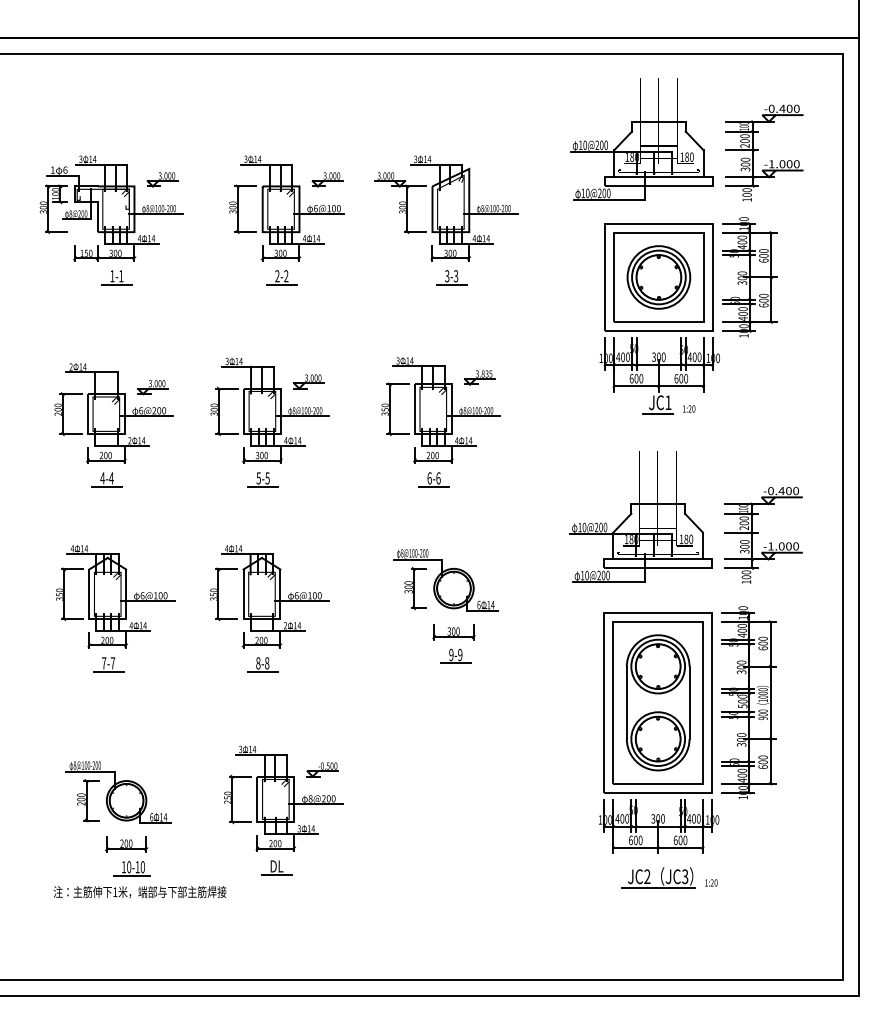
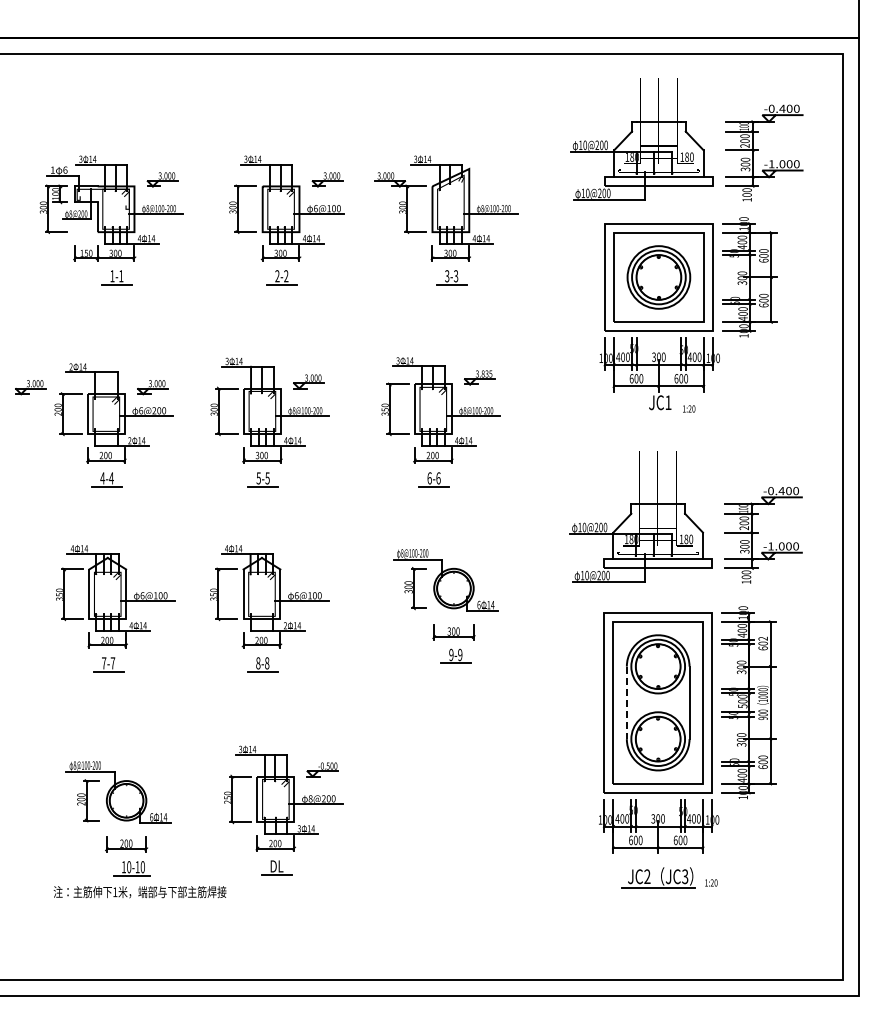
part at (30, 387): none -> present
line at (657, 413): present -> none
text at (762, 638): 600 -> 602
line at (626, 703): solid -> dashed
